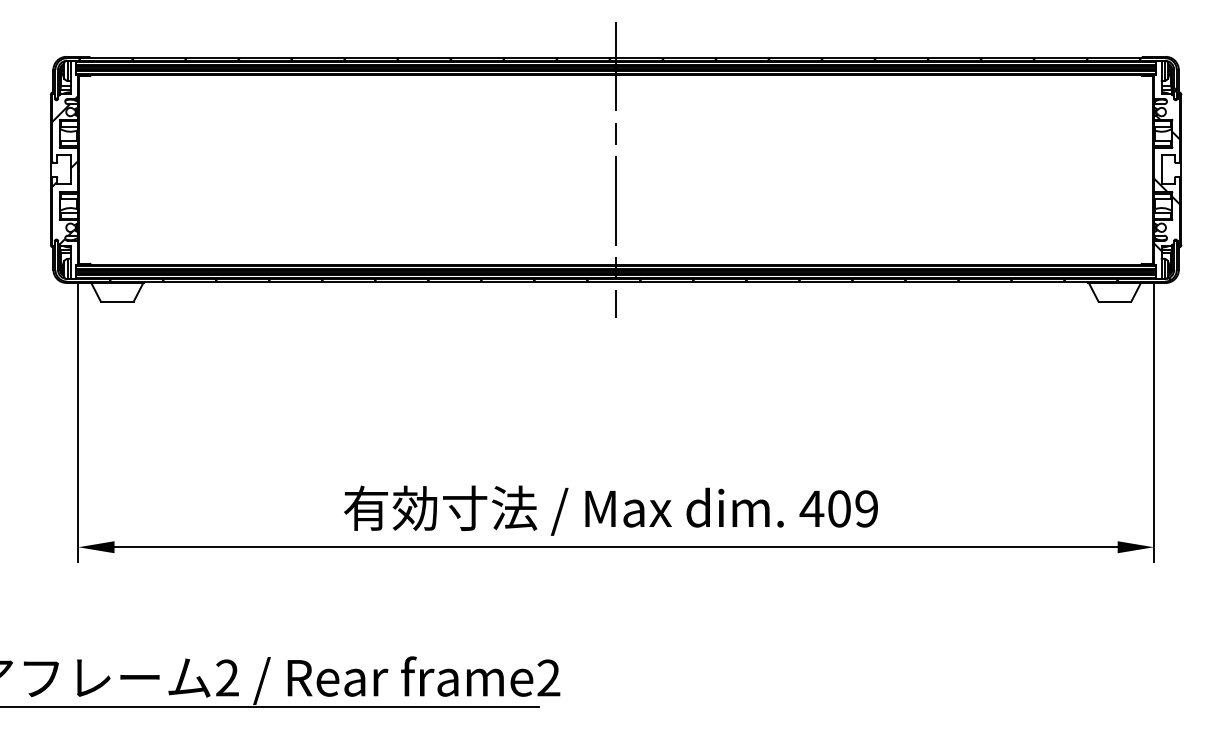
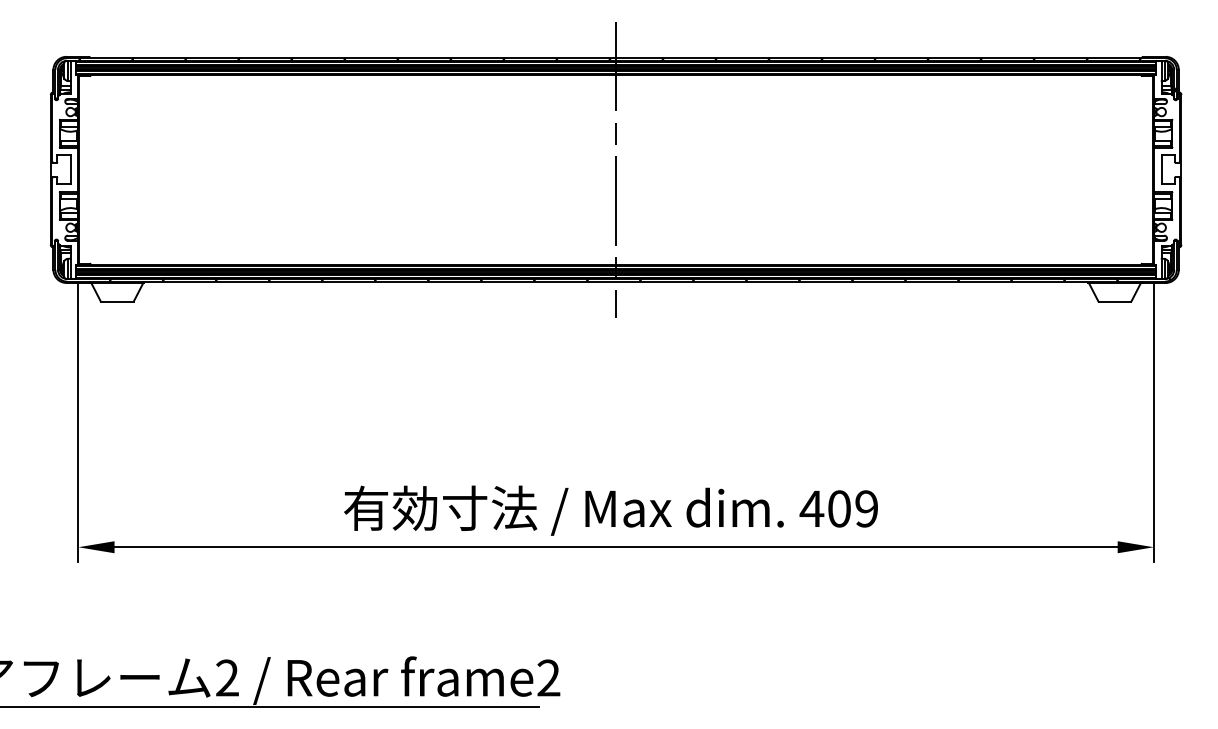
hatch at (65, 169): present -> none
hatch at (1166, 183): present -> none
